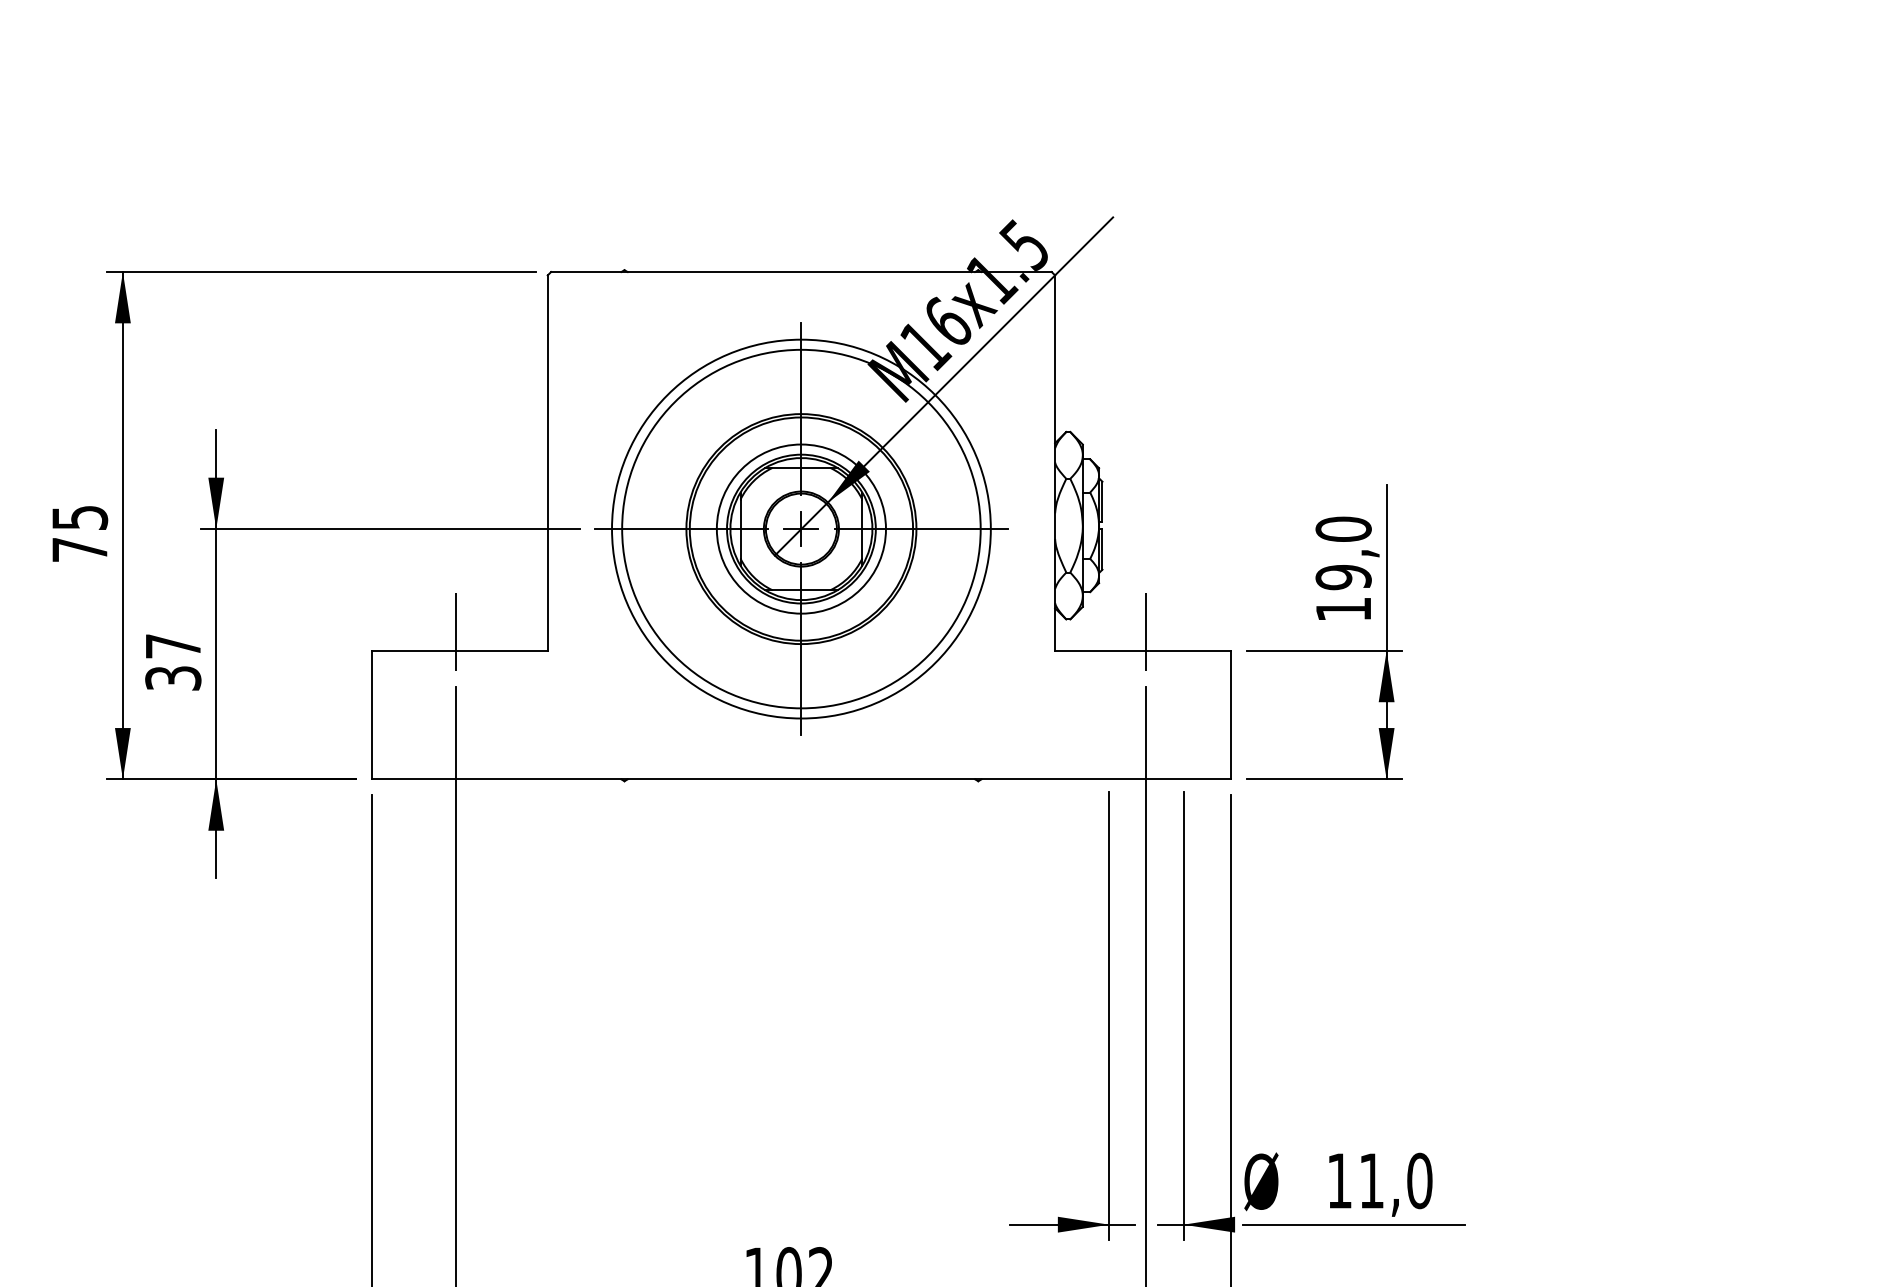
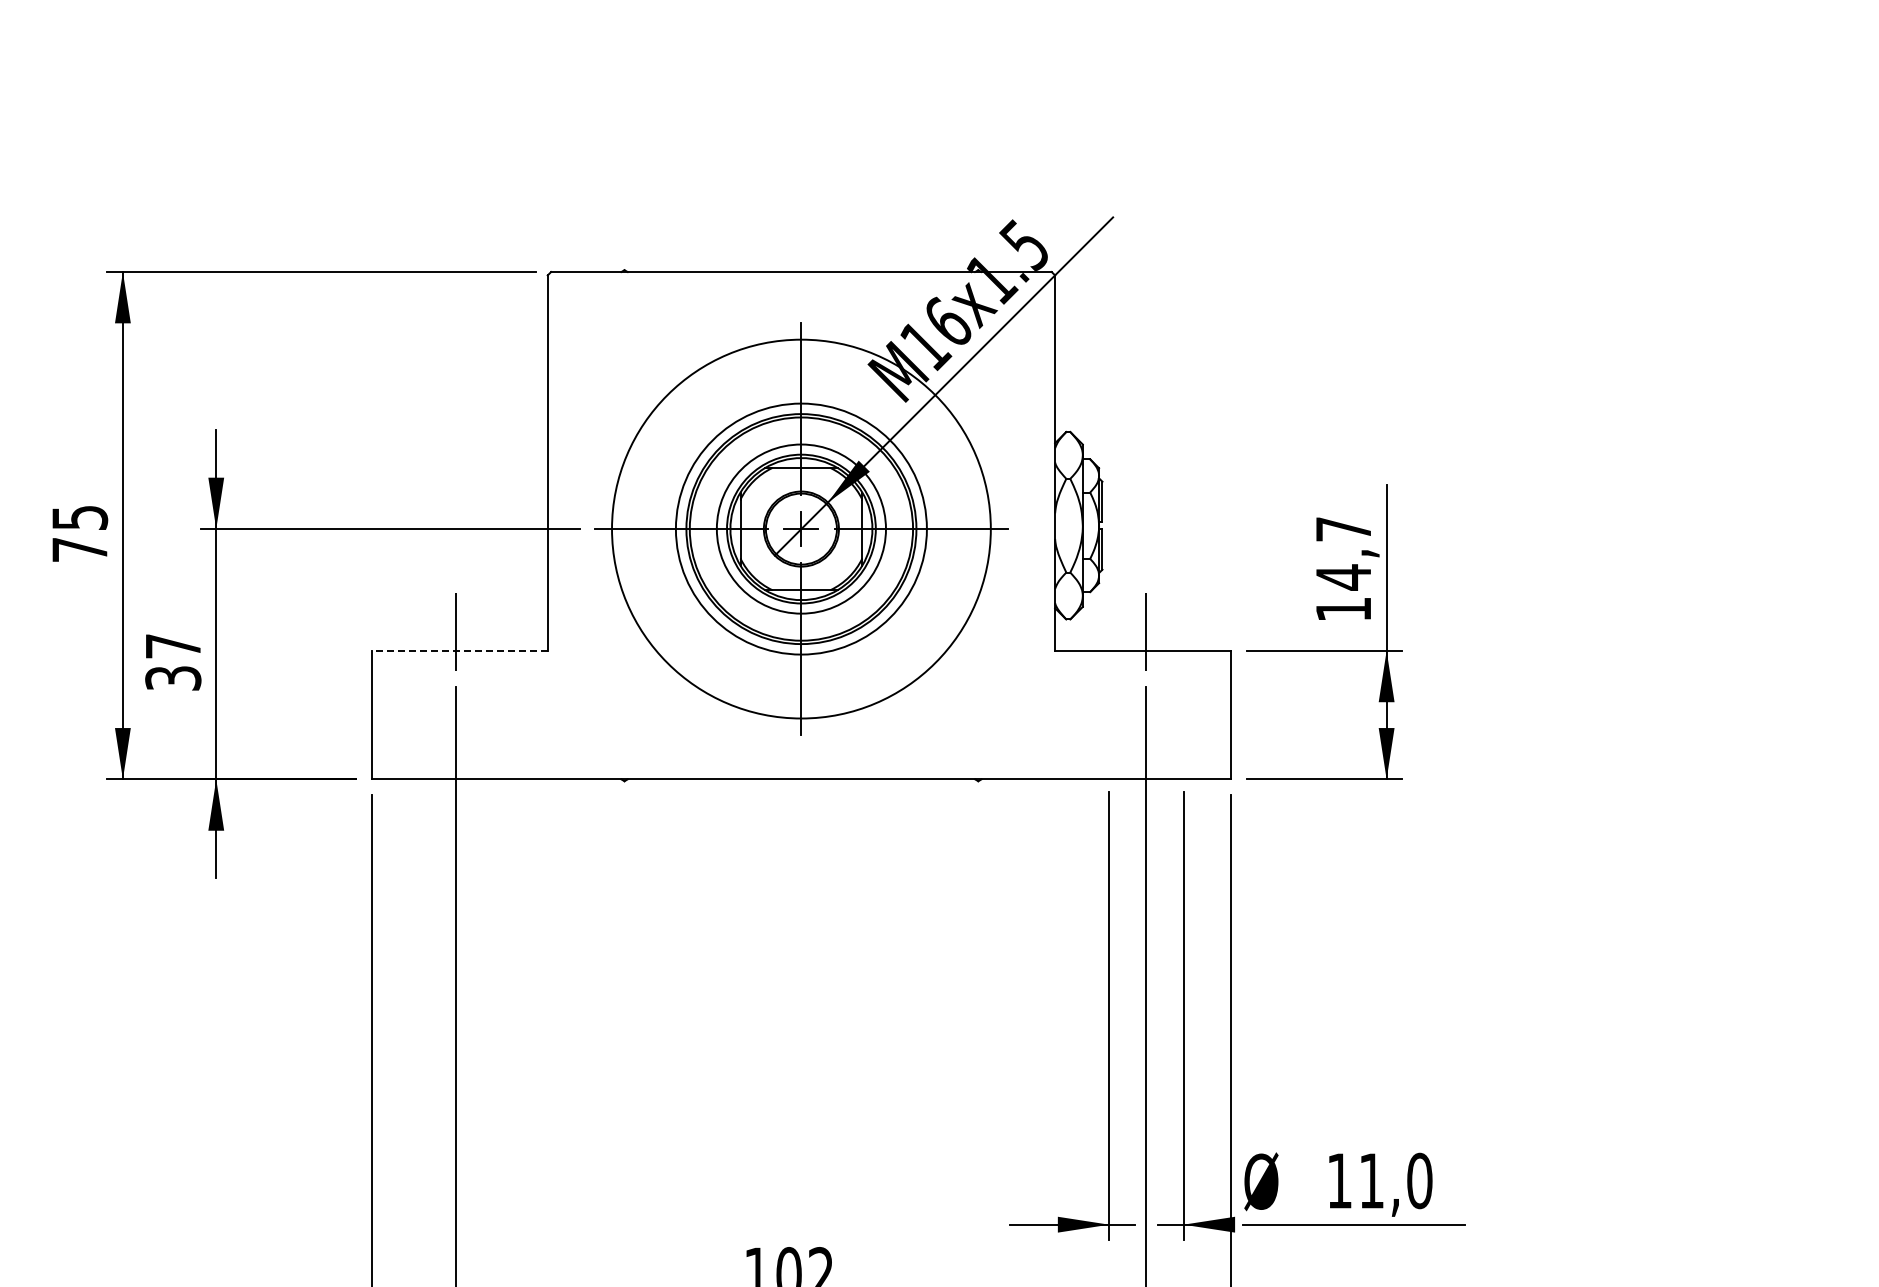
circle at (801, 528) diameter: 359 px -> 251 px
text at (1343, 553): 19,0 -> 14,7
line at (459, 650): solid -> dashed
